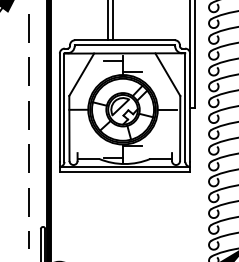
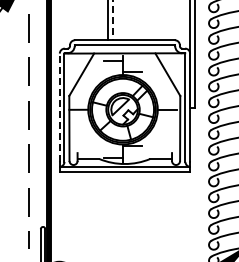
line at (113, 20): solid -> dashed
line at (59, 107): solid -> dashed
